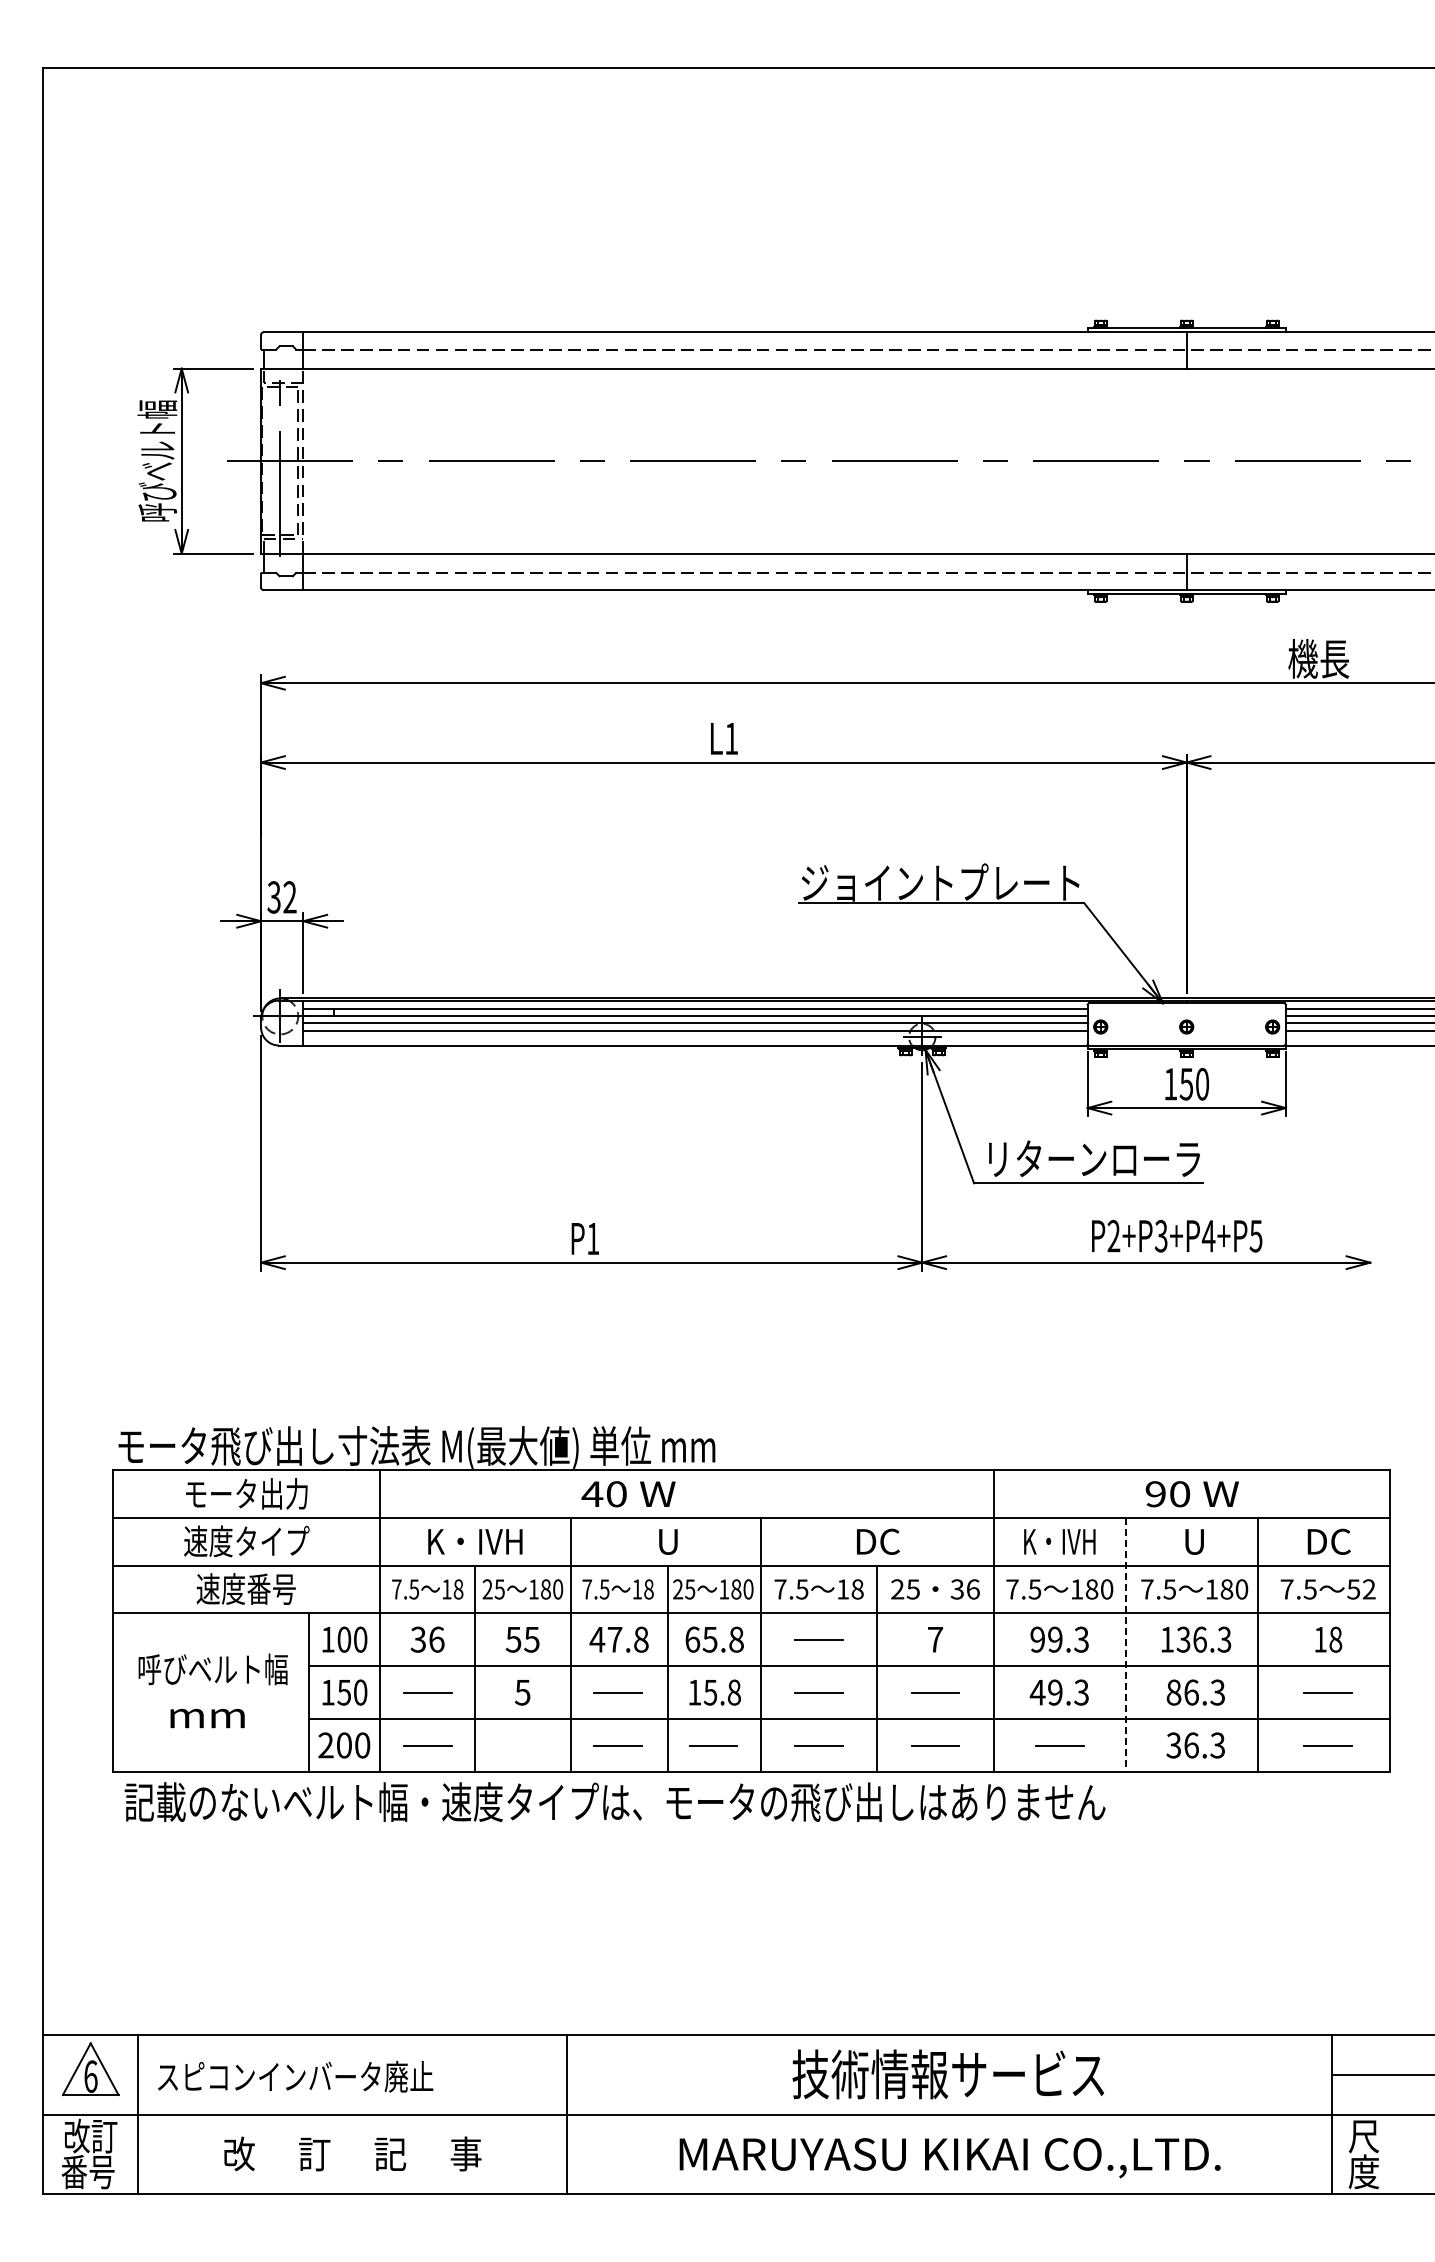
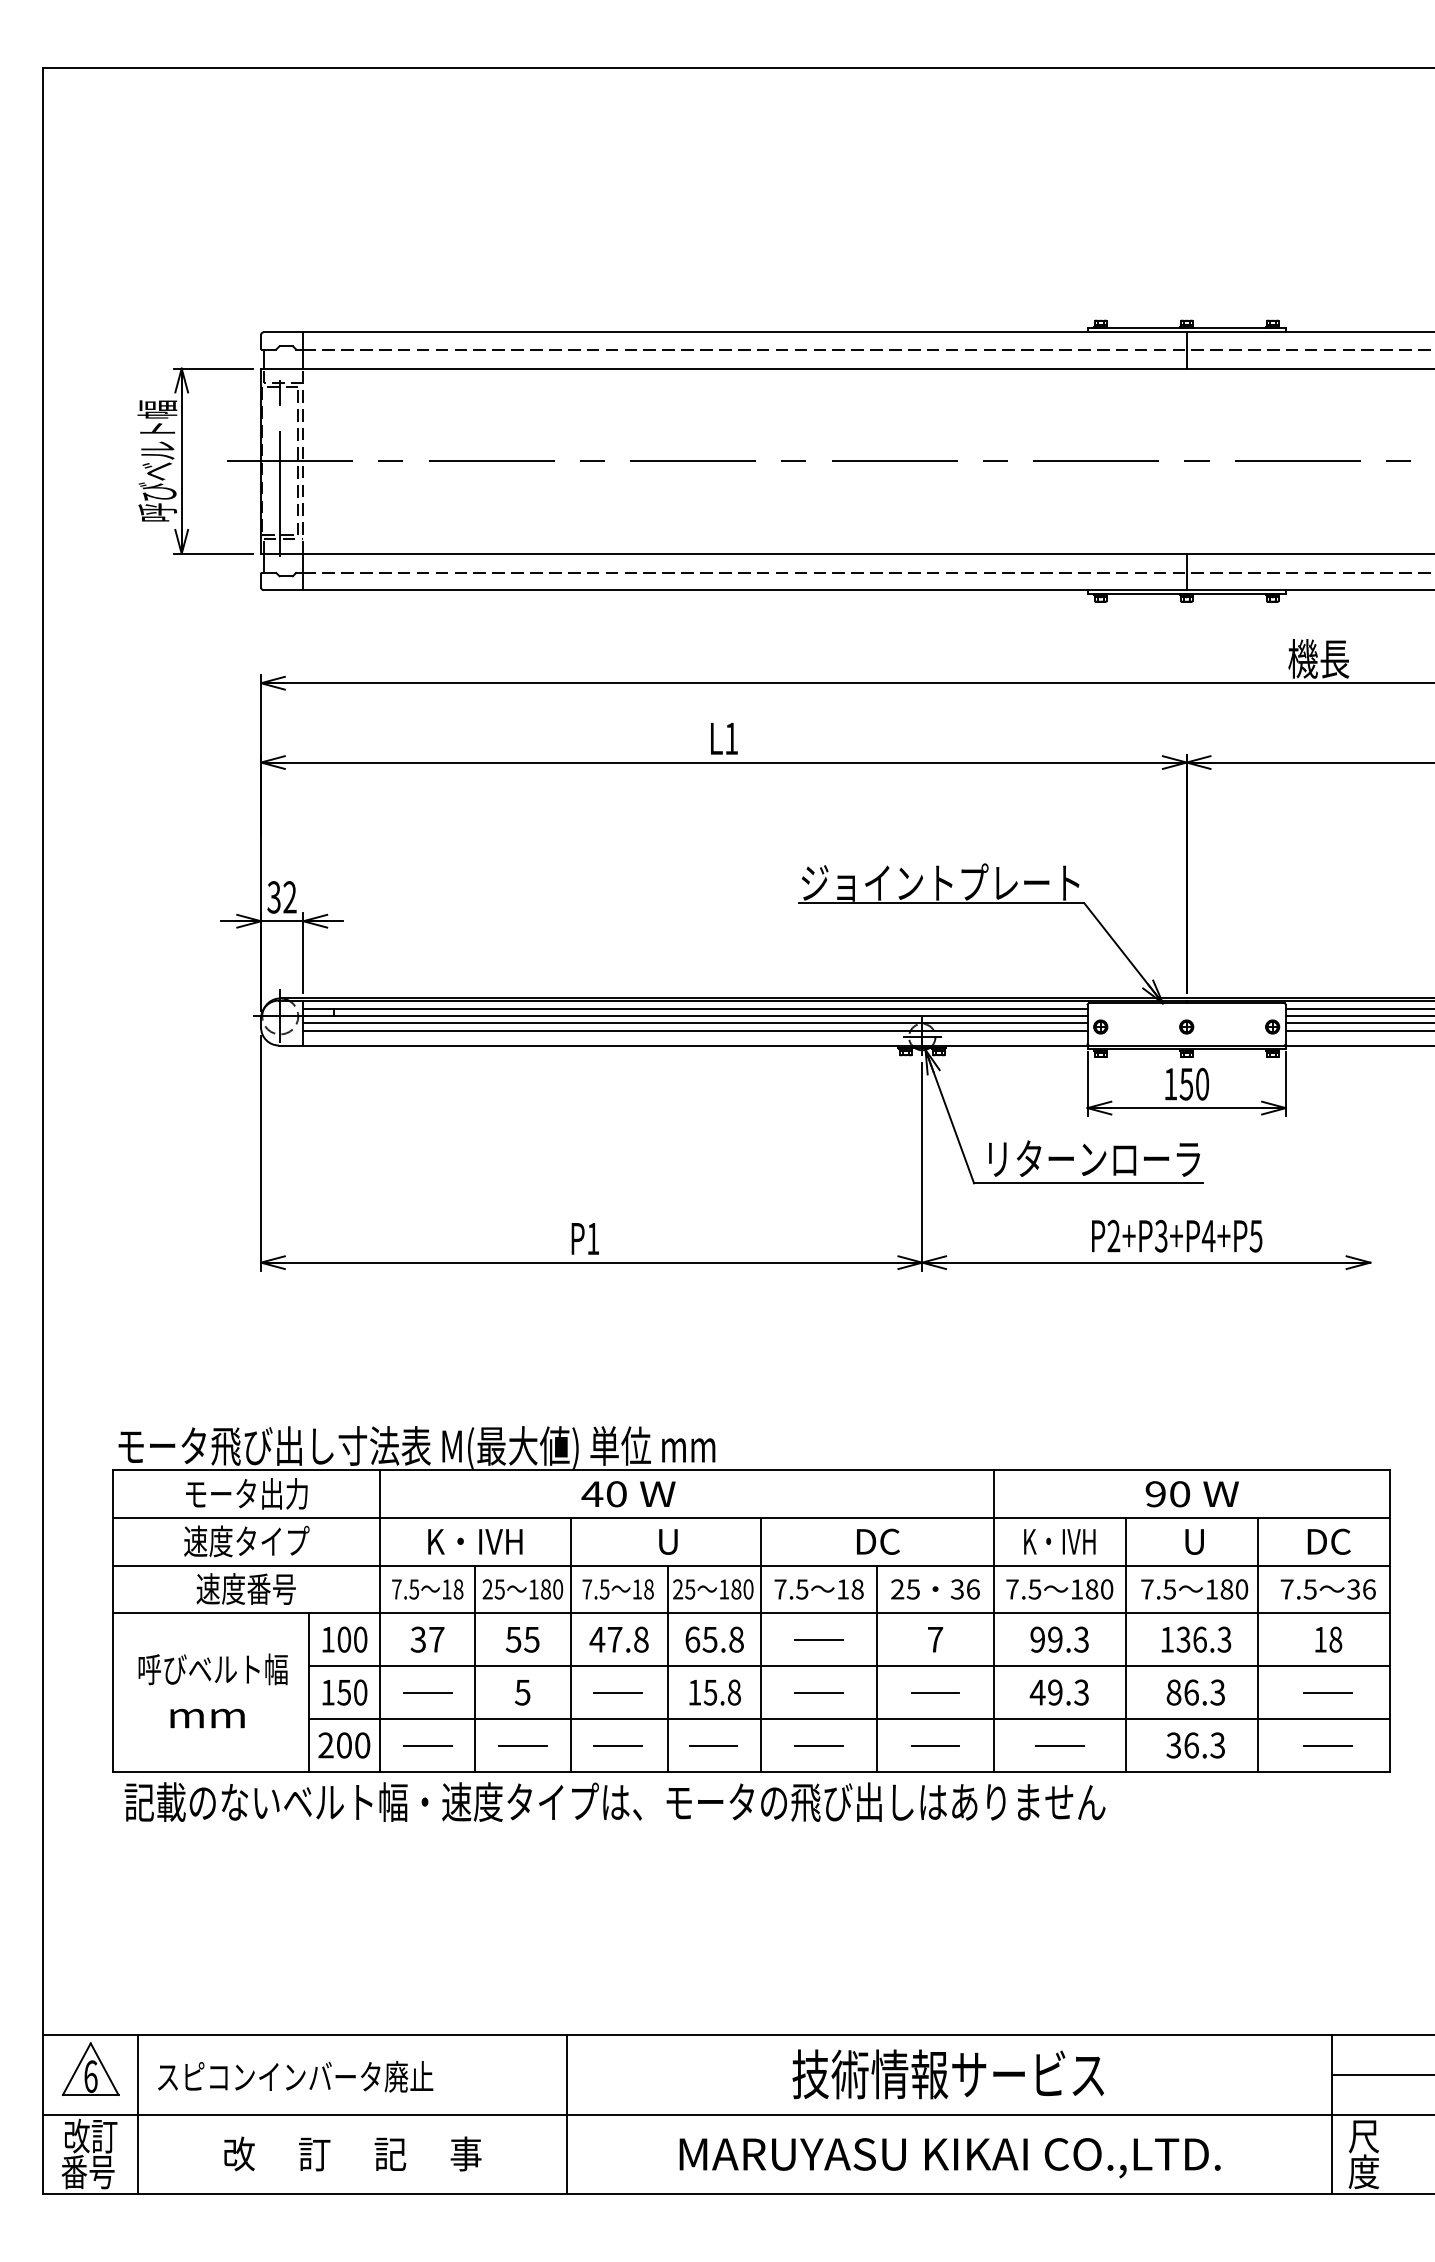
text at (1361, 1589): 52 -> 36
text at (436, 1639): 36 -> 37
line at (1125, 1645): dashed -> solid
line at (522, 1745): none -> present
